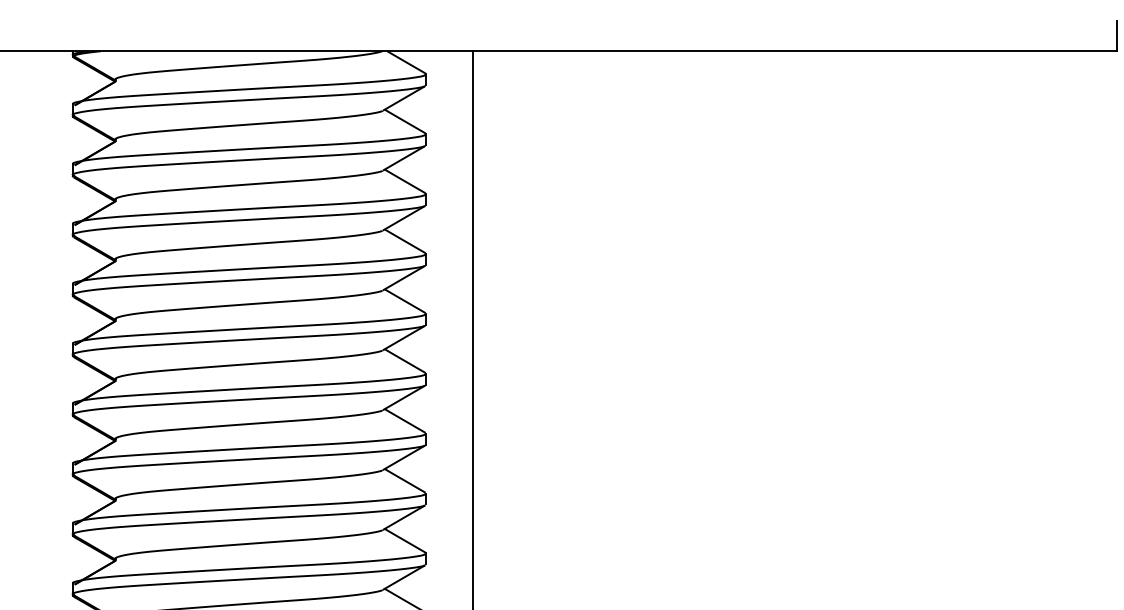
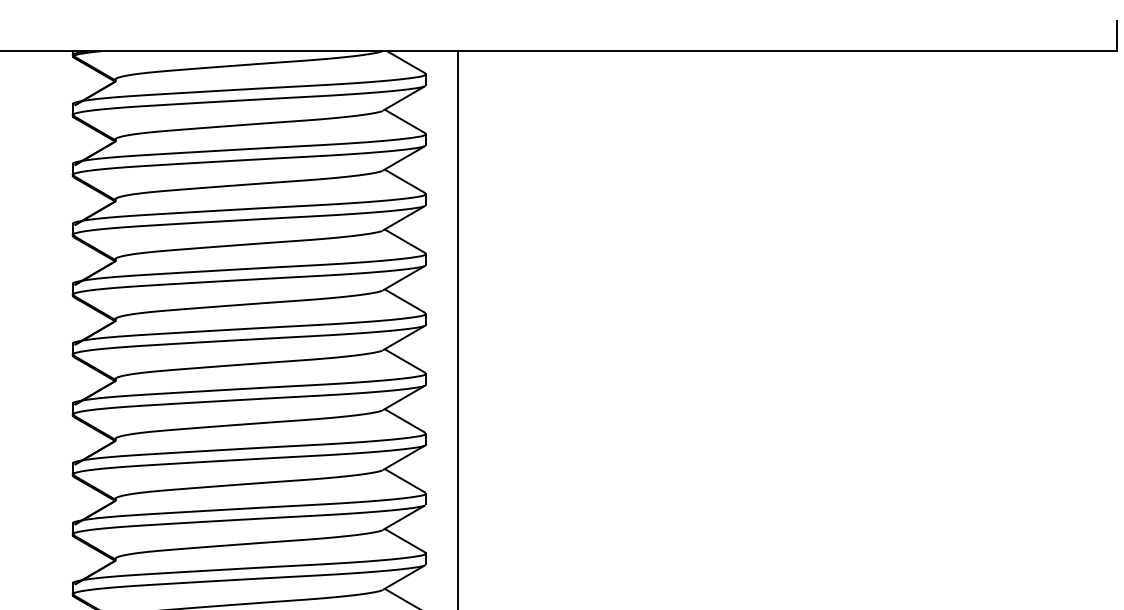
line at (472, 328) position: (472, 328) -> (457, 328)
